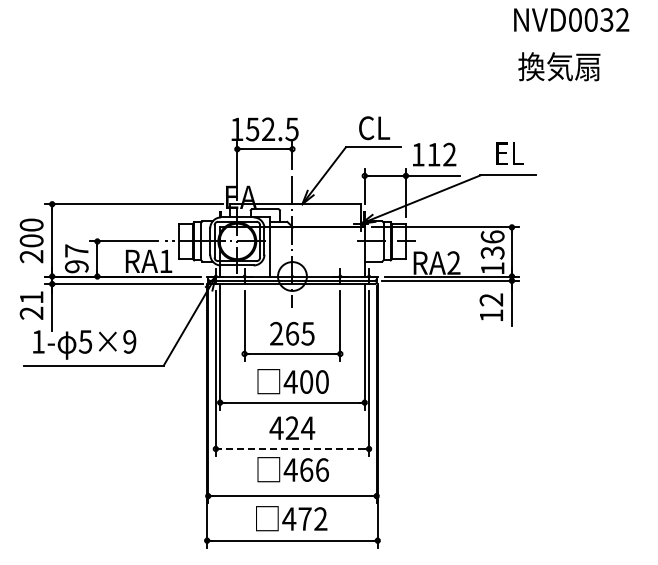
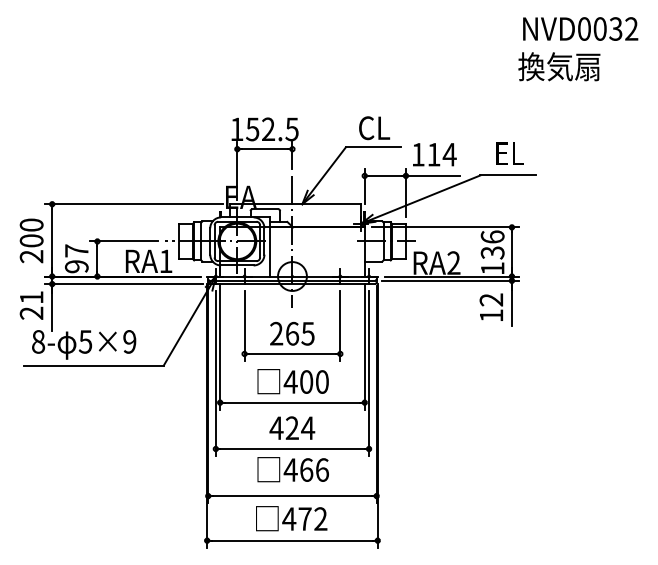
text at (571, 19) position: (571, 19) -> (580, 28)
text at (449, 154): 112 -> 114
text at (38, 341): 1- -> 8-
line at (291, 449): dashed -> solid
